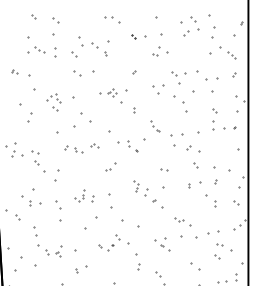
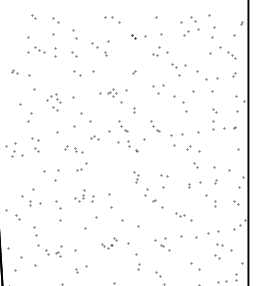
part at (80, 41) position: (80, 41) -> (74, 34)
part at (178, 77) position: (178, 77) -> (178, 69)
part at (123, 126): none -> present
part at (94, 145) position: (94, 145) -> (94, 137)
part at (35, 157) position: (35, 157) -> (35, 144)
part at (110, 166) position: (110, 166) -> (81, 166)
part at (164, 169) position: (164, 169) -> (164, 175)
part at (136, 186) position: (136, 186) -> (136, 177)
part at (182, 221) position: (182, 221) -> (183, 216)
part at (109, 242) size: 23x18 px -> 17x13 px
